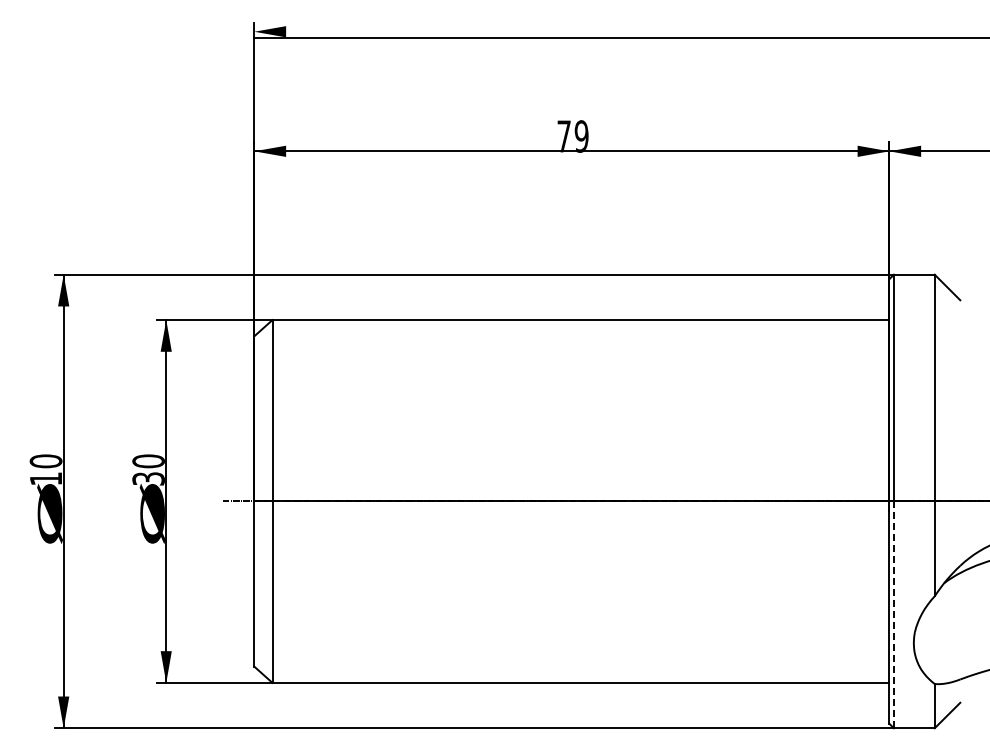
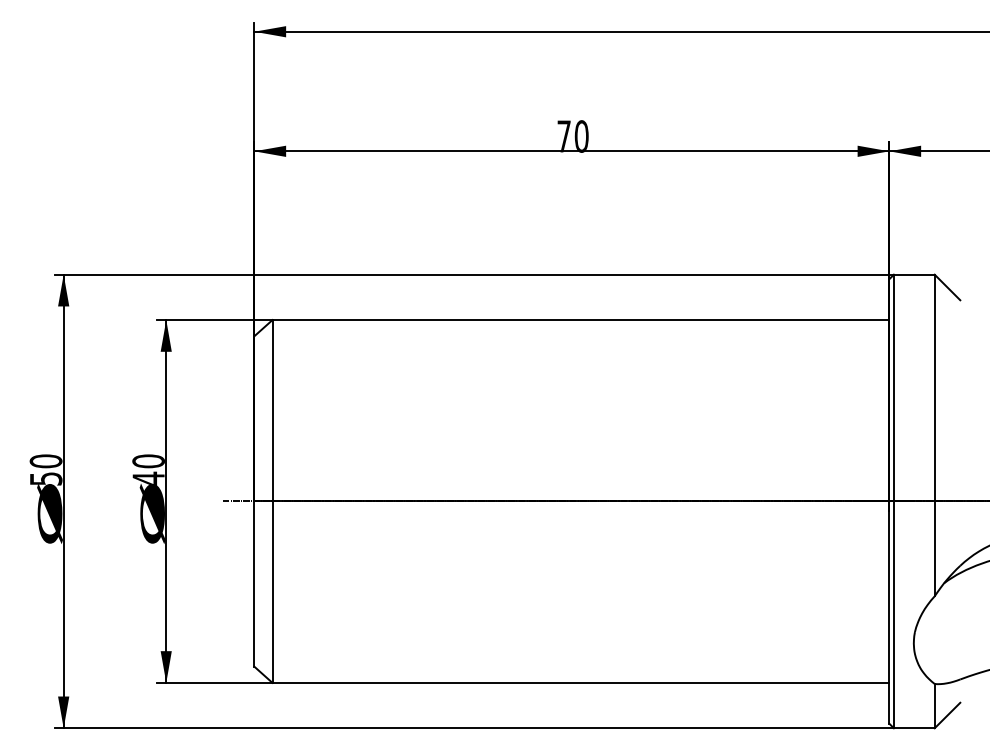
line at (620, 37) position: (620, 37) -> (620, 31)
text at (581, 136): 79 -> 70
text at (46, 478): 10 -> 50
text at (148, 478): 30 -> 40
line at (893, 614): dashed -> solid
